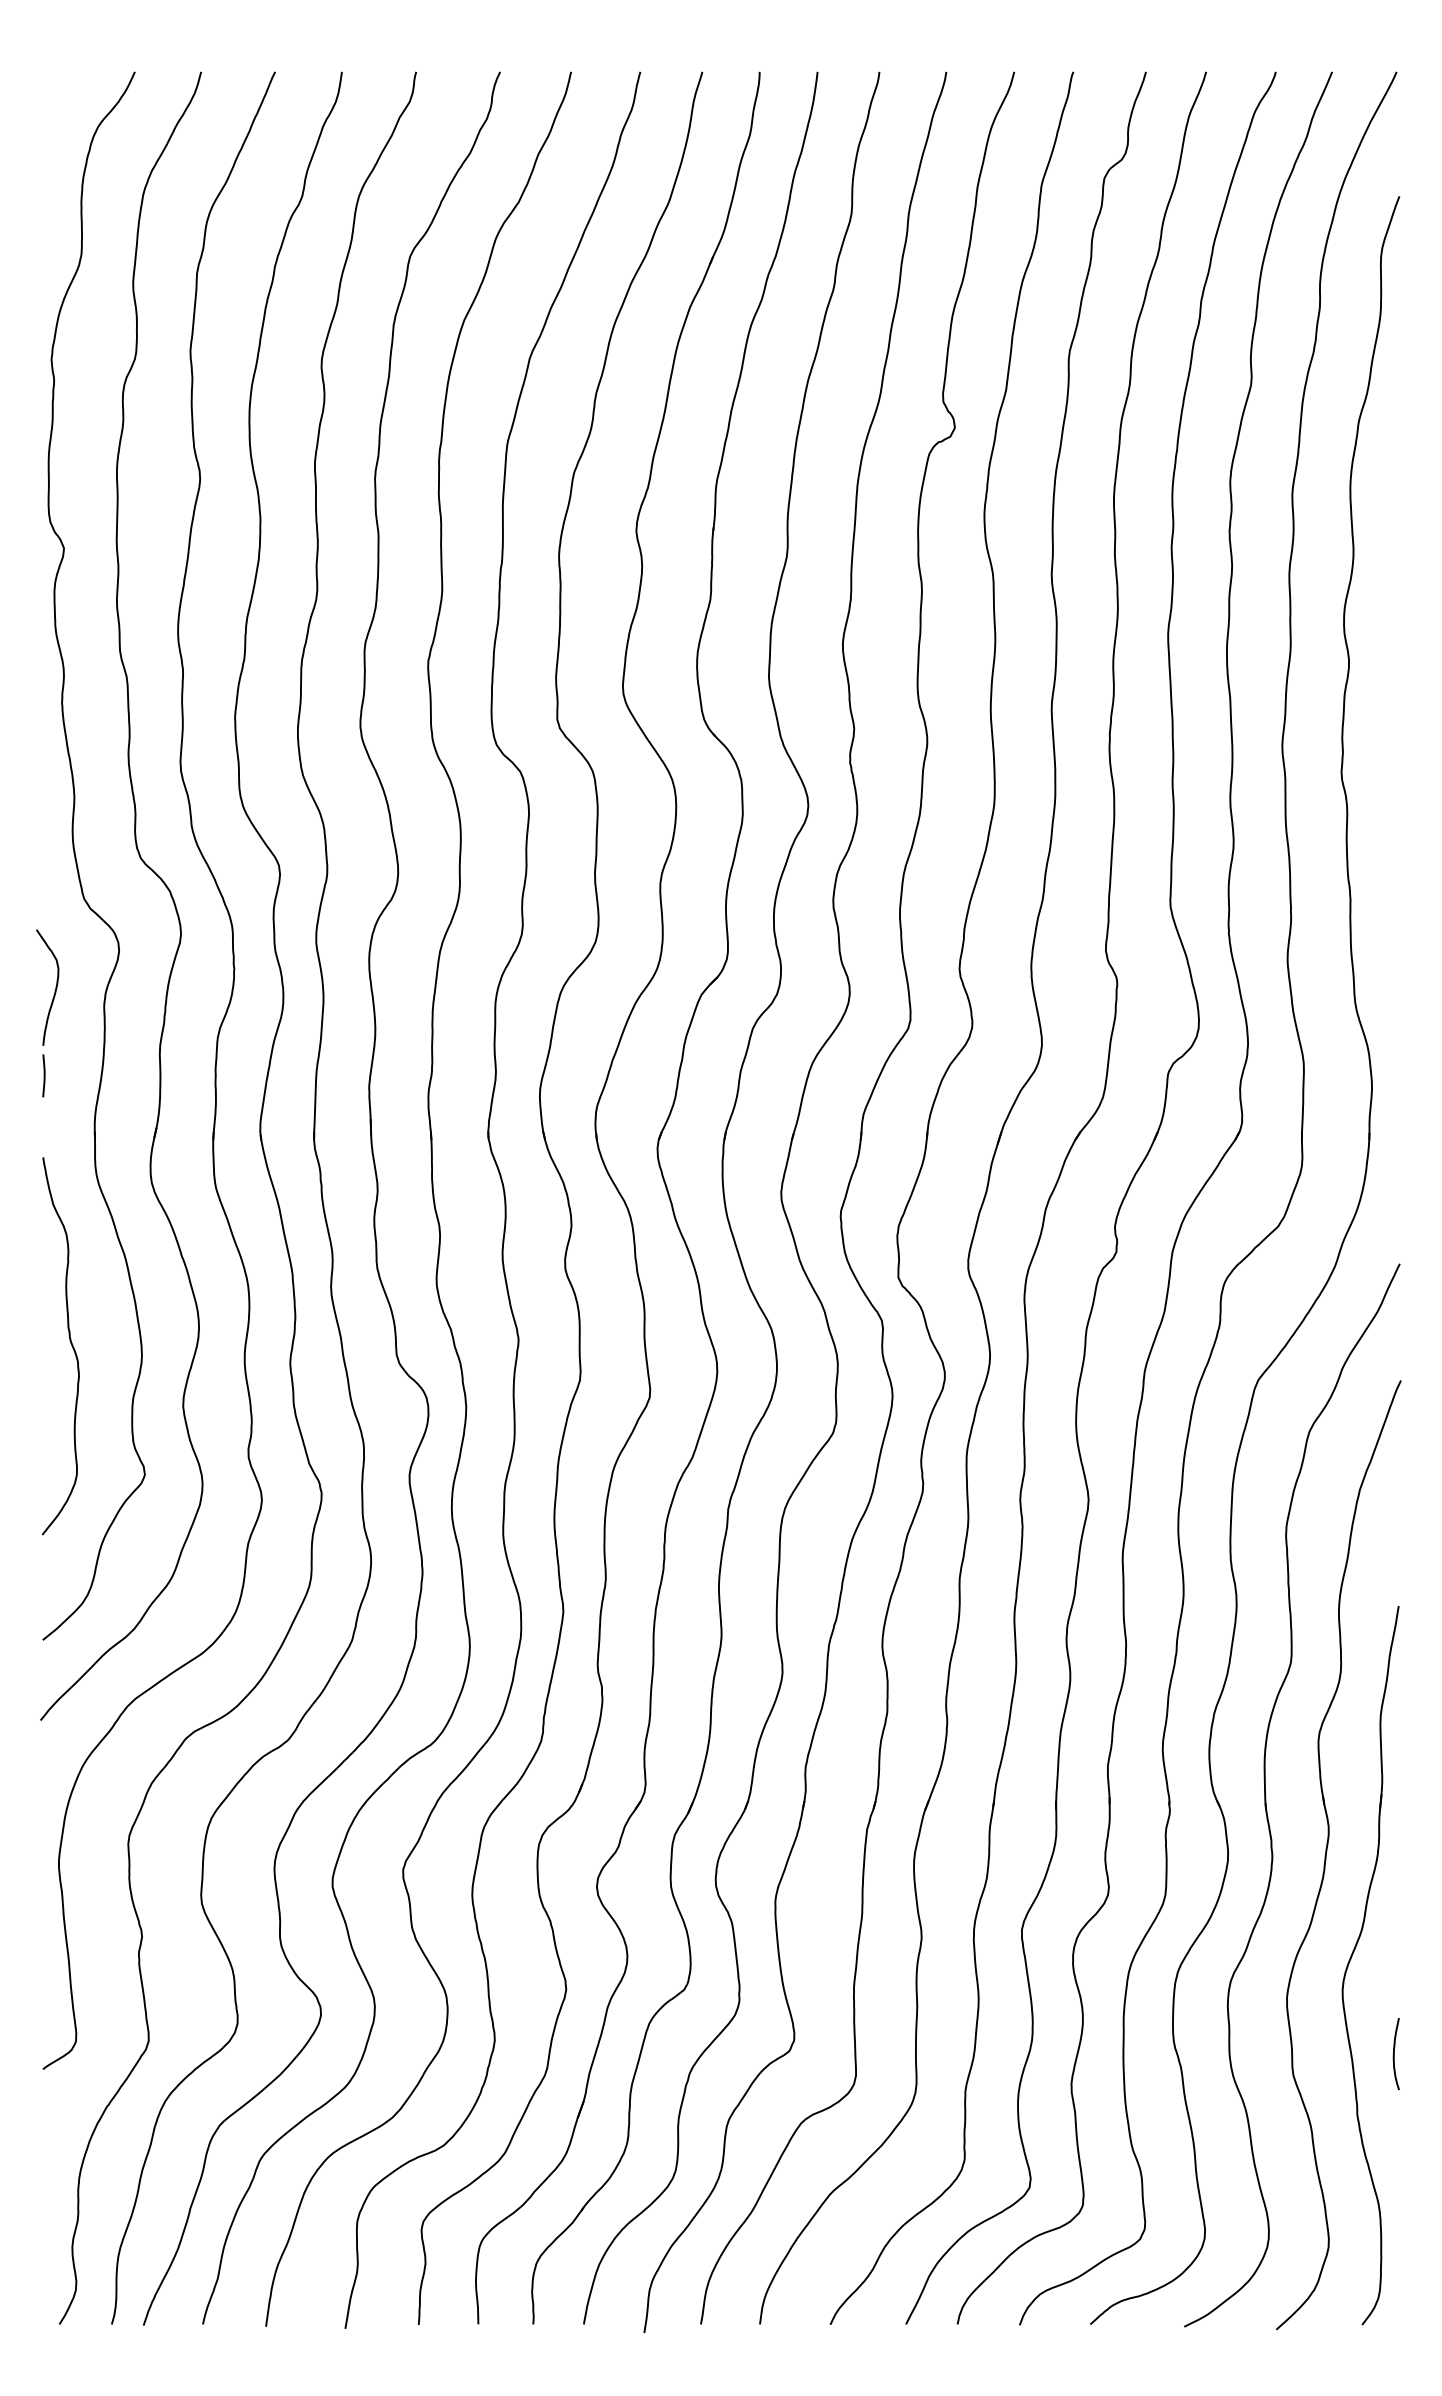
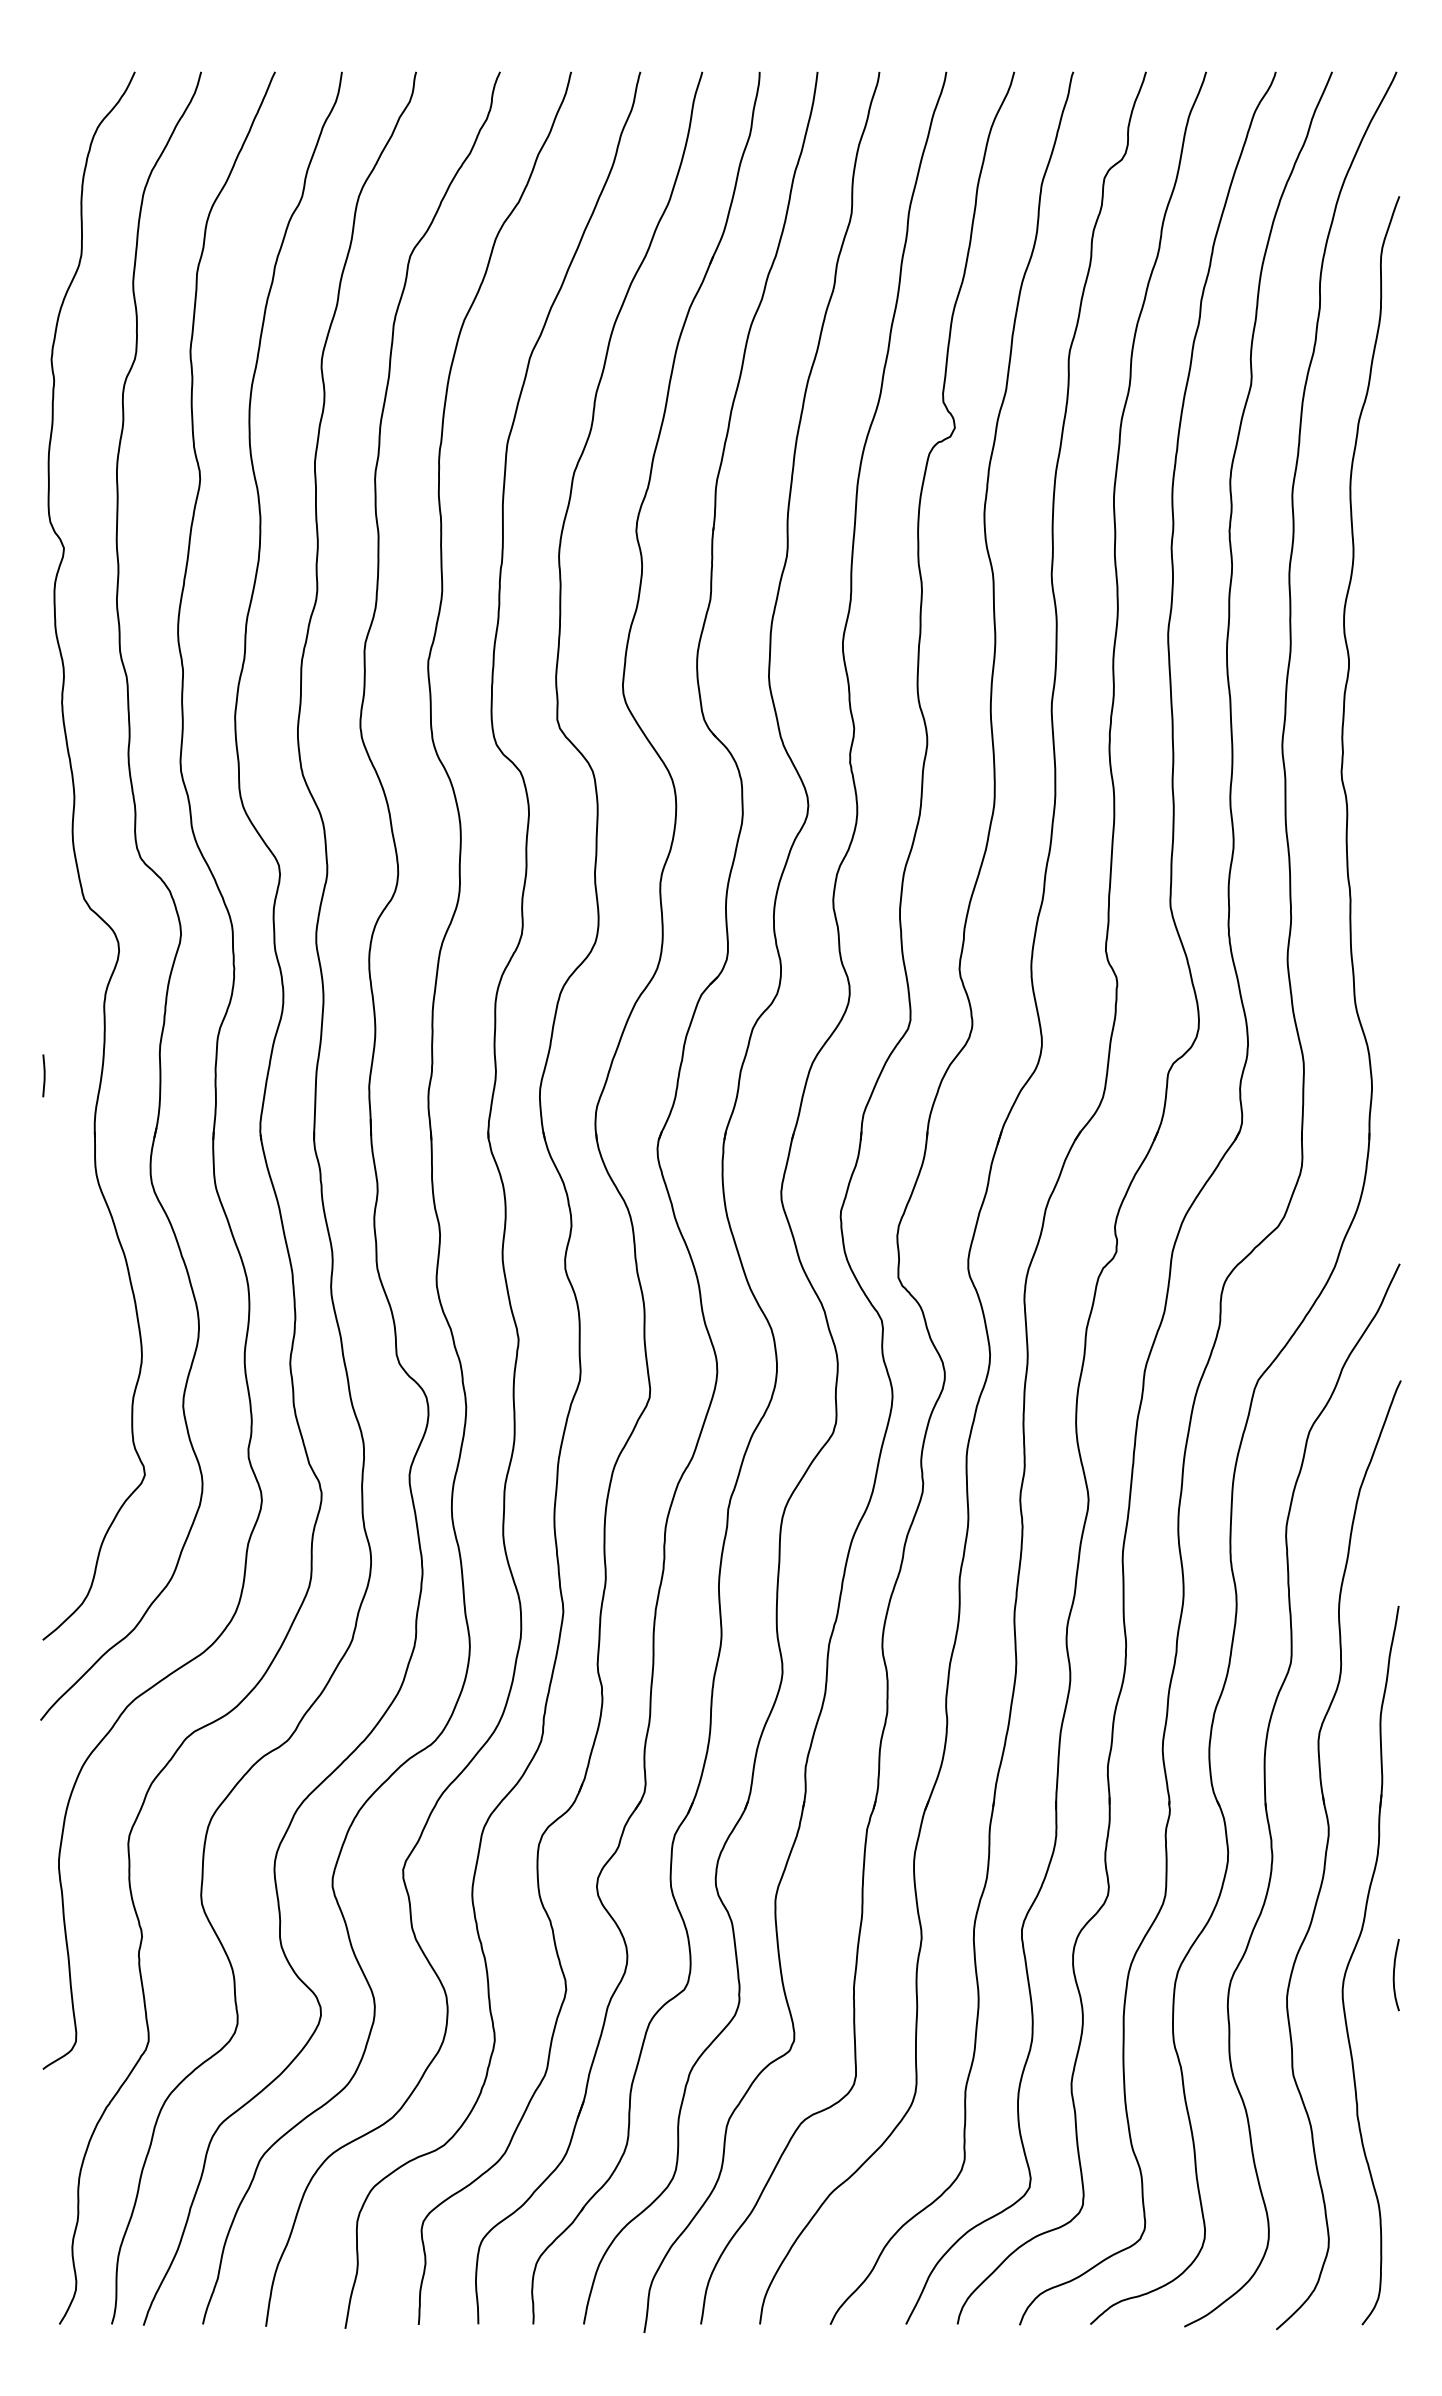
curve at (54, 990): present -> none
curve at (70, 1343): present -> none
curve at (1394, 2054) position: (1394, 2054) -> (1394, 1975)
